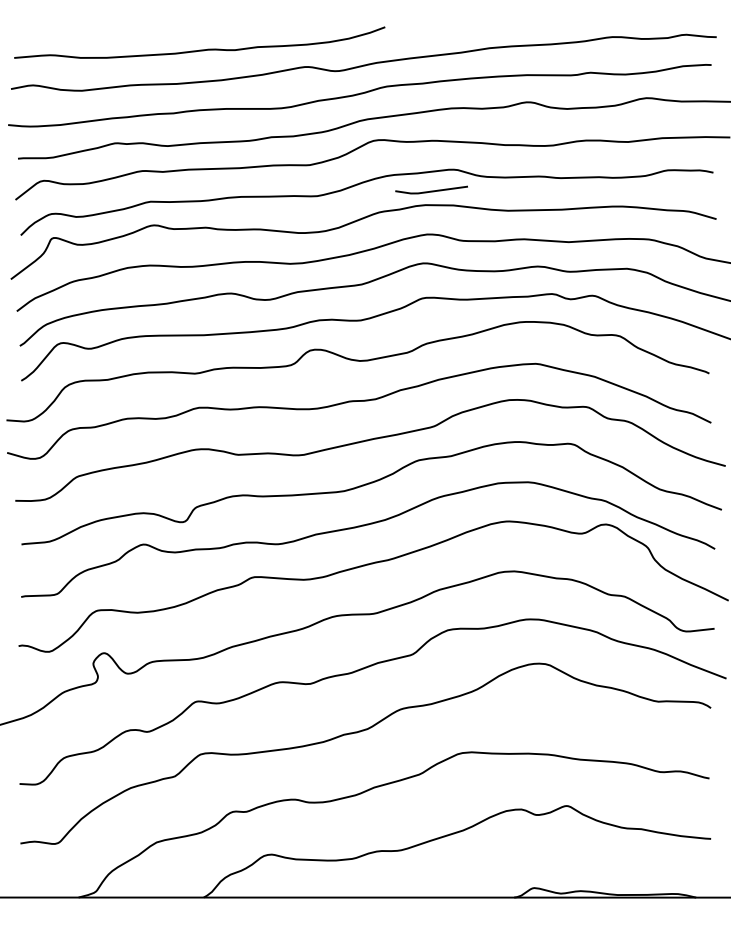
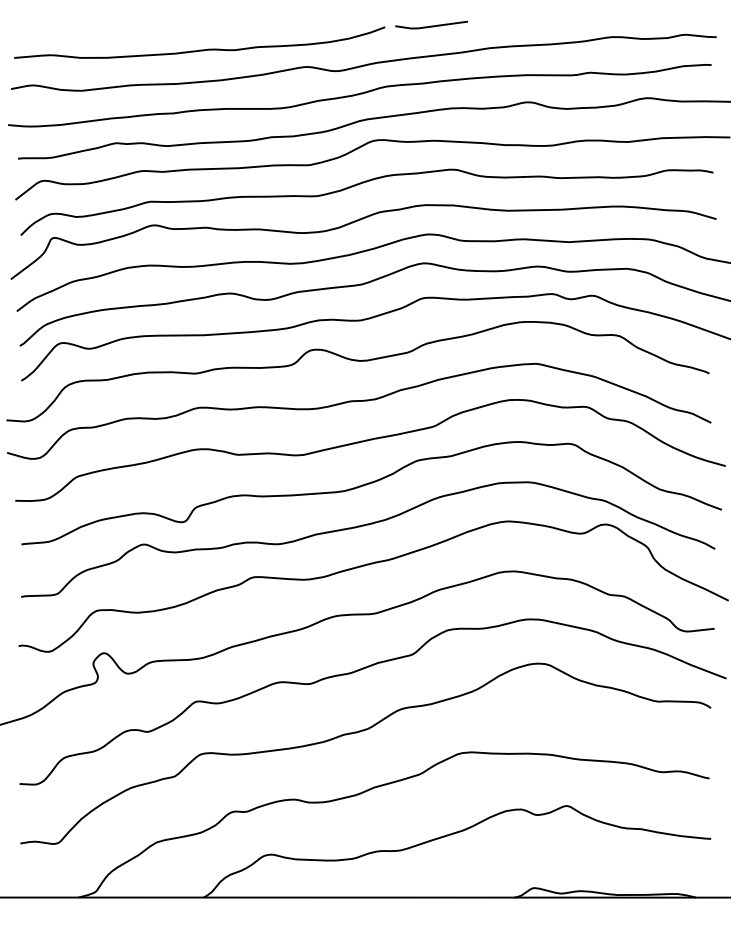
line at (431, 190) position: (431, 190) -> (431, 25)
